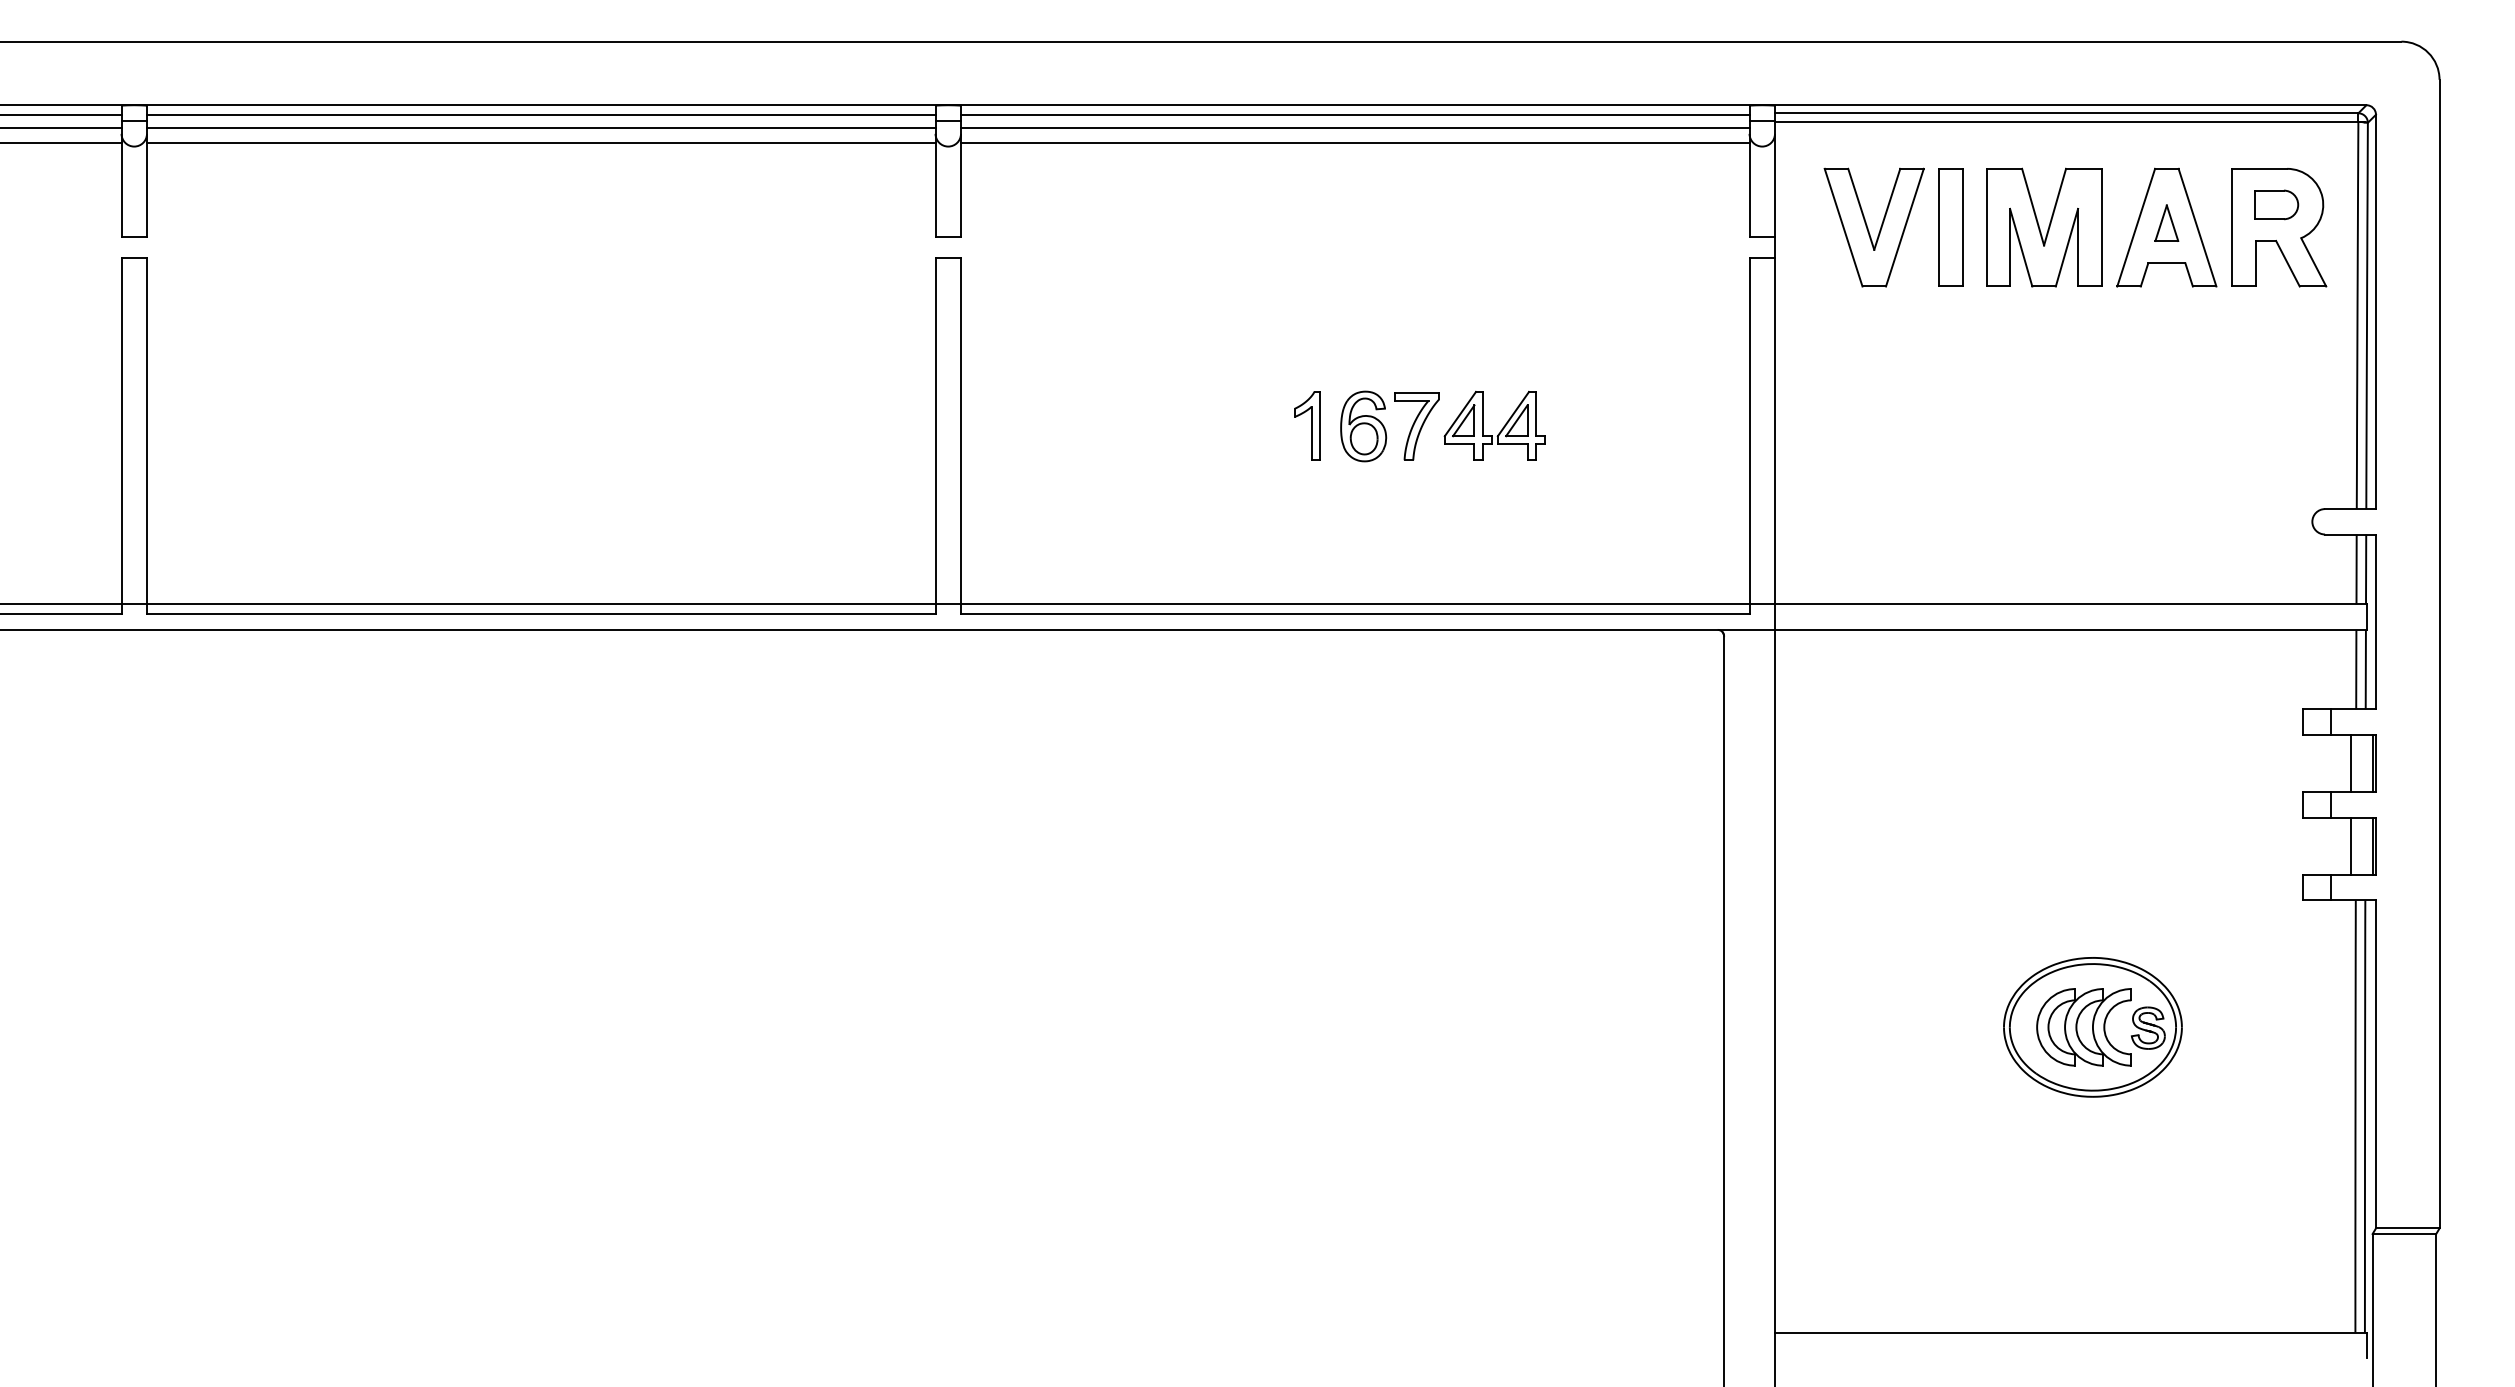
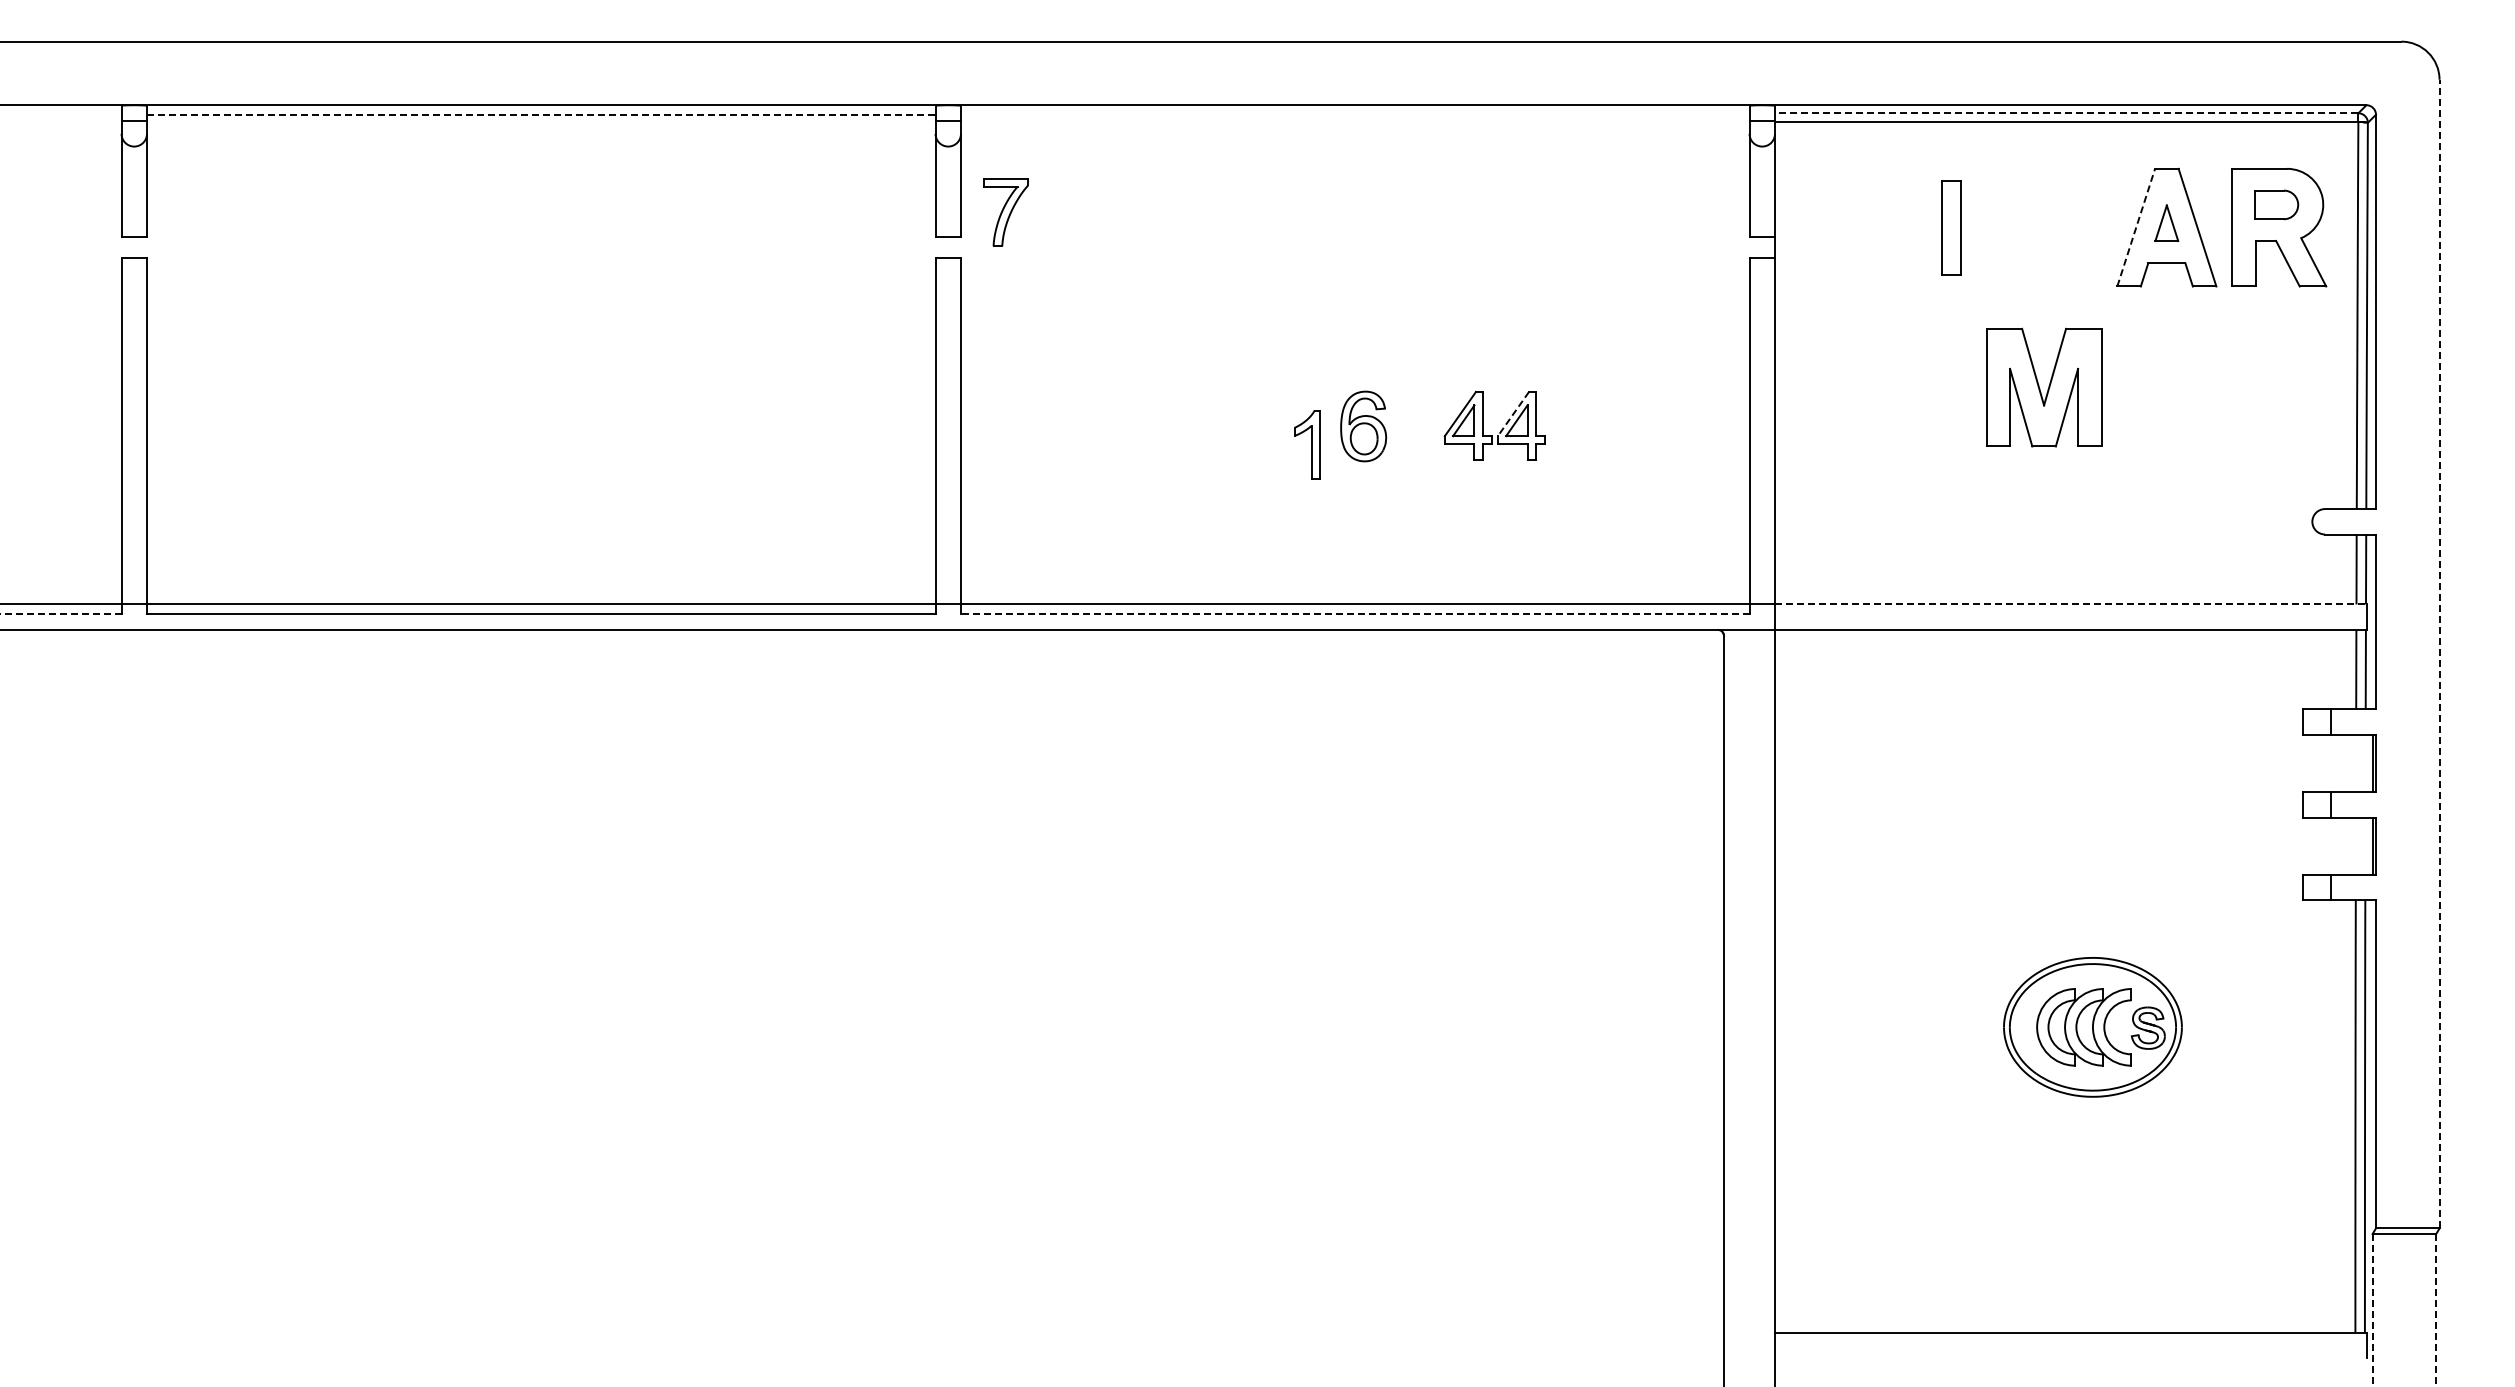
line at (2066, 113): solid -> dashed
line at (61, 114): present -> none
line at (541, 114): solid -> dashed
line at (1354, 114): present -> none
line at (61, 127): present -> none
line at (540, 127): present -> none
line at (1354, 127): present -> none
line at (61, 143): present -> none
line at (540, 143): present -> none
line at (1354, 143): present -> none
part at (1873, 227): present -> none
part at (1950, 227) size: 26x119 px -> 21x96 px
part at (2044, 227) position: (2044, 227) -> (2044, 387)
line at (2136, 227): solid -> dashed
line at (1513, 414): solid -> dashed
part at (1307, 425) position: (1307, 425) -> (1307, 444)
part at (1416, 426) position: (1416, 426) -> (1005, 212)
line at (2071, 604): solid -> dashed
line at (60, 614): solid -> dashed
line at (1354, 614): solid -> dashed
line at (2439, 653): solid -> dashed
line at (2350, 763): present -> none
line at (2350, 845): present -> none
line at (2372, 1310): solid -> dashed
line at (2436, 1310): solid -> dashed
